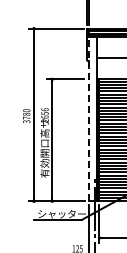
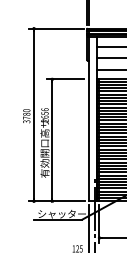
line at (109, 47): none -> present
line at (109, 70): none -> present
line at (88, 114): dashed -> solid
